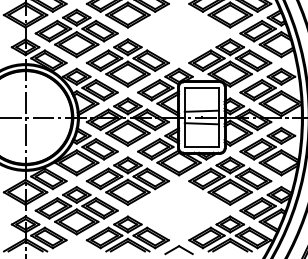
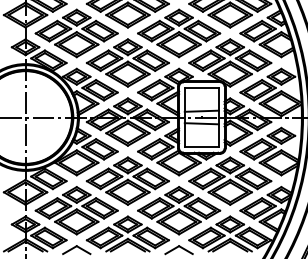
part at (179, 33): none -> present
part at (179, 210): none -> present
part at (76, 250): none -> present
